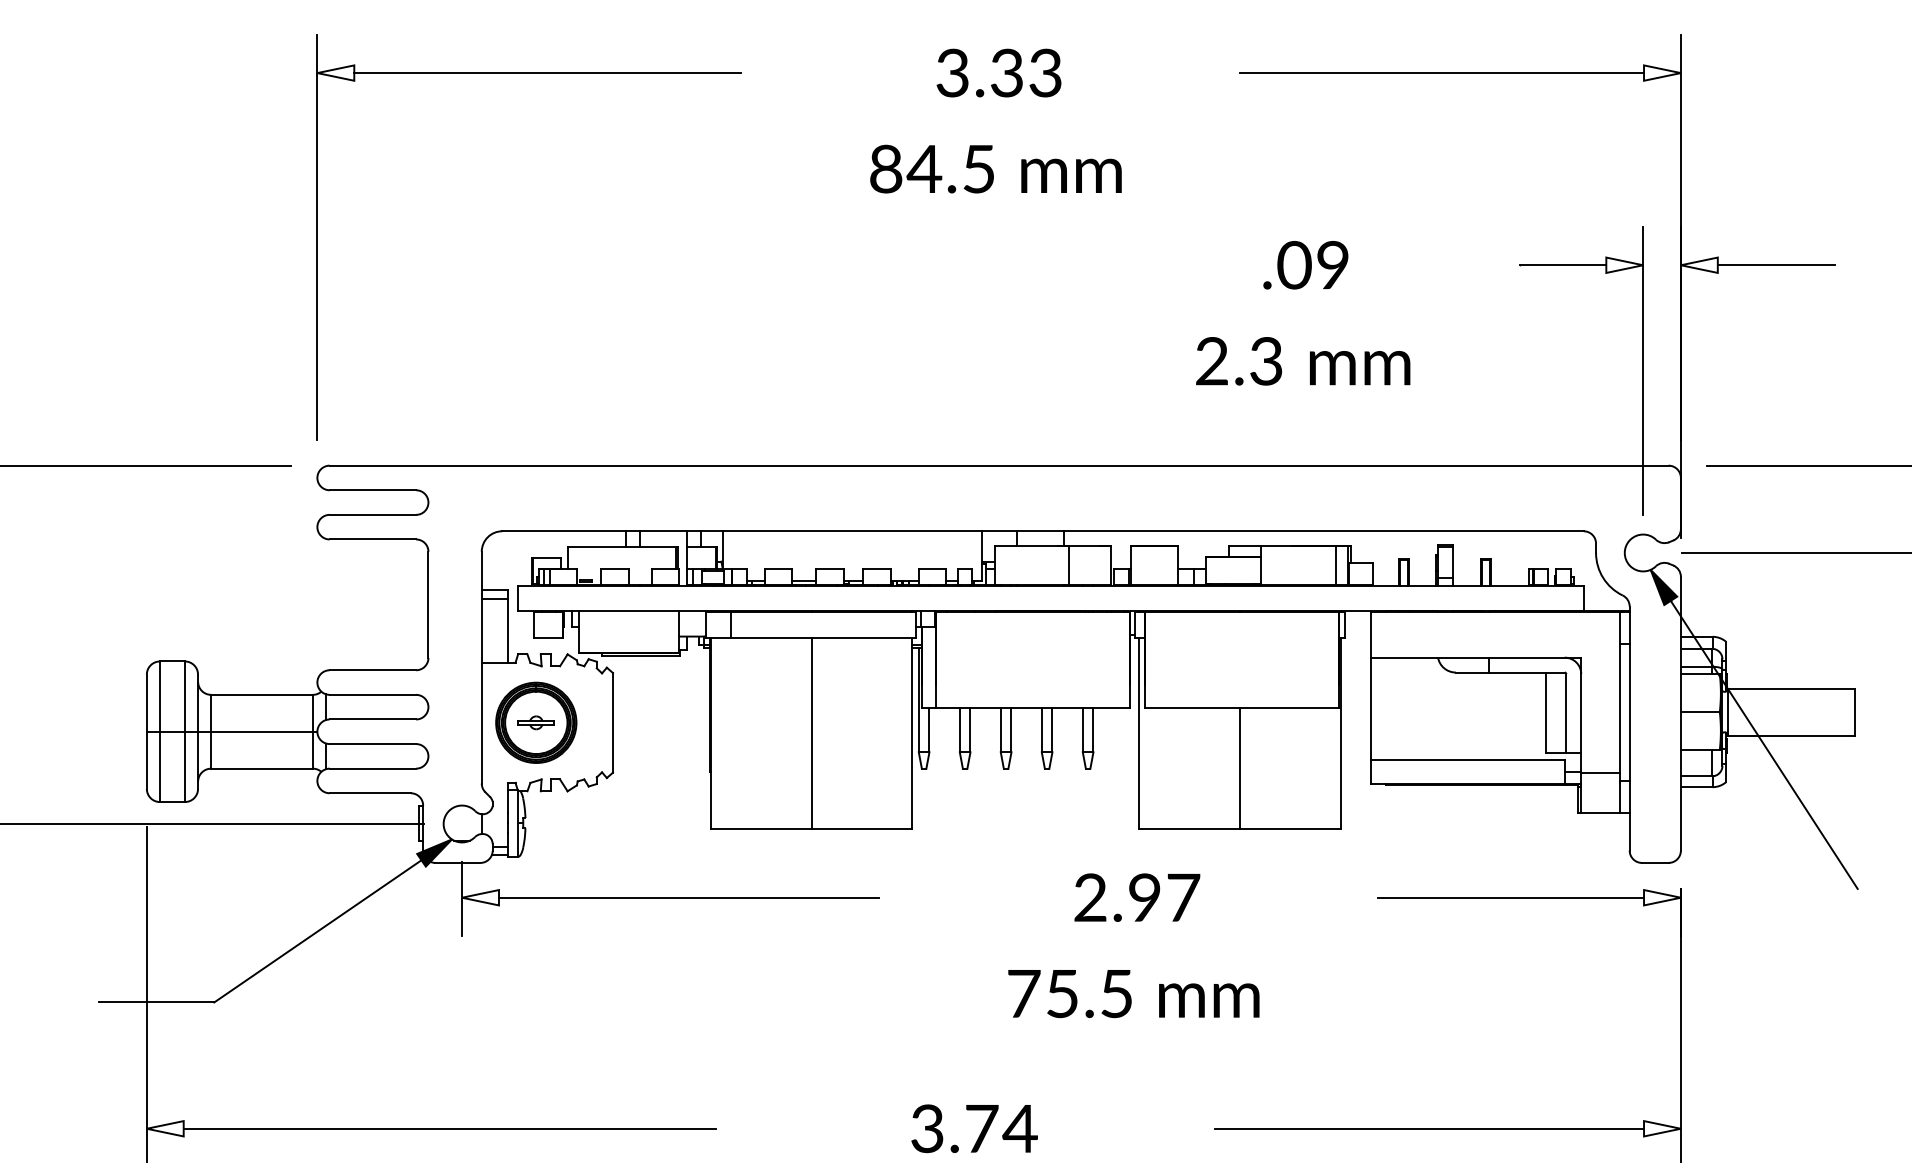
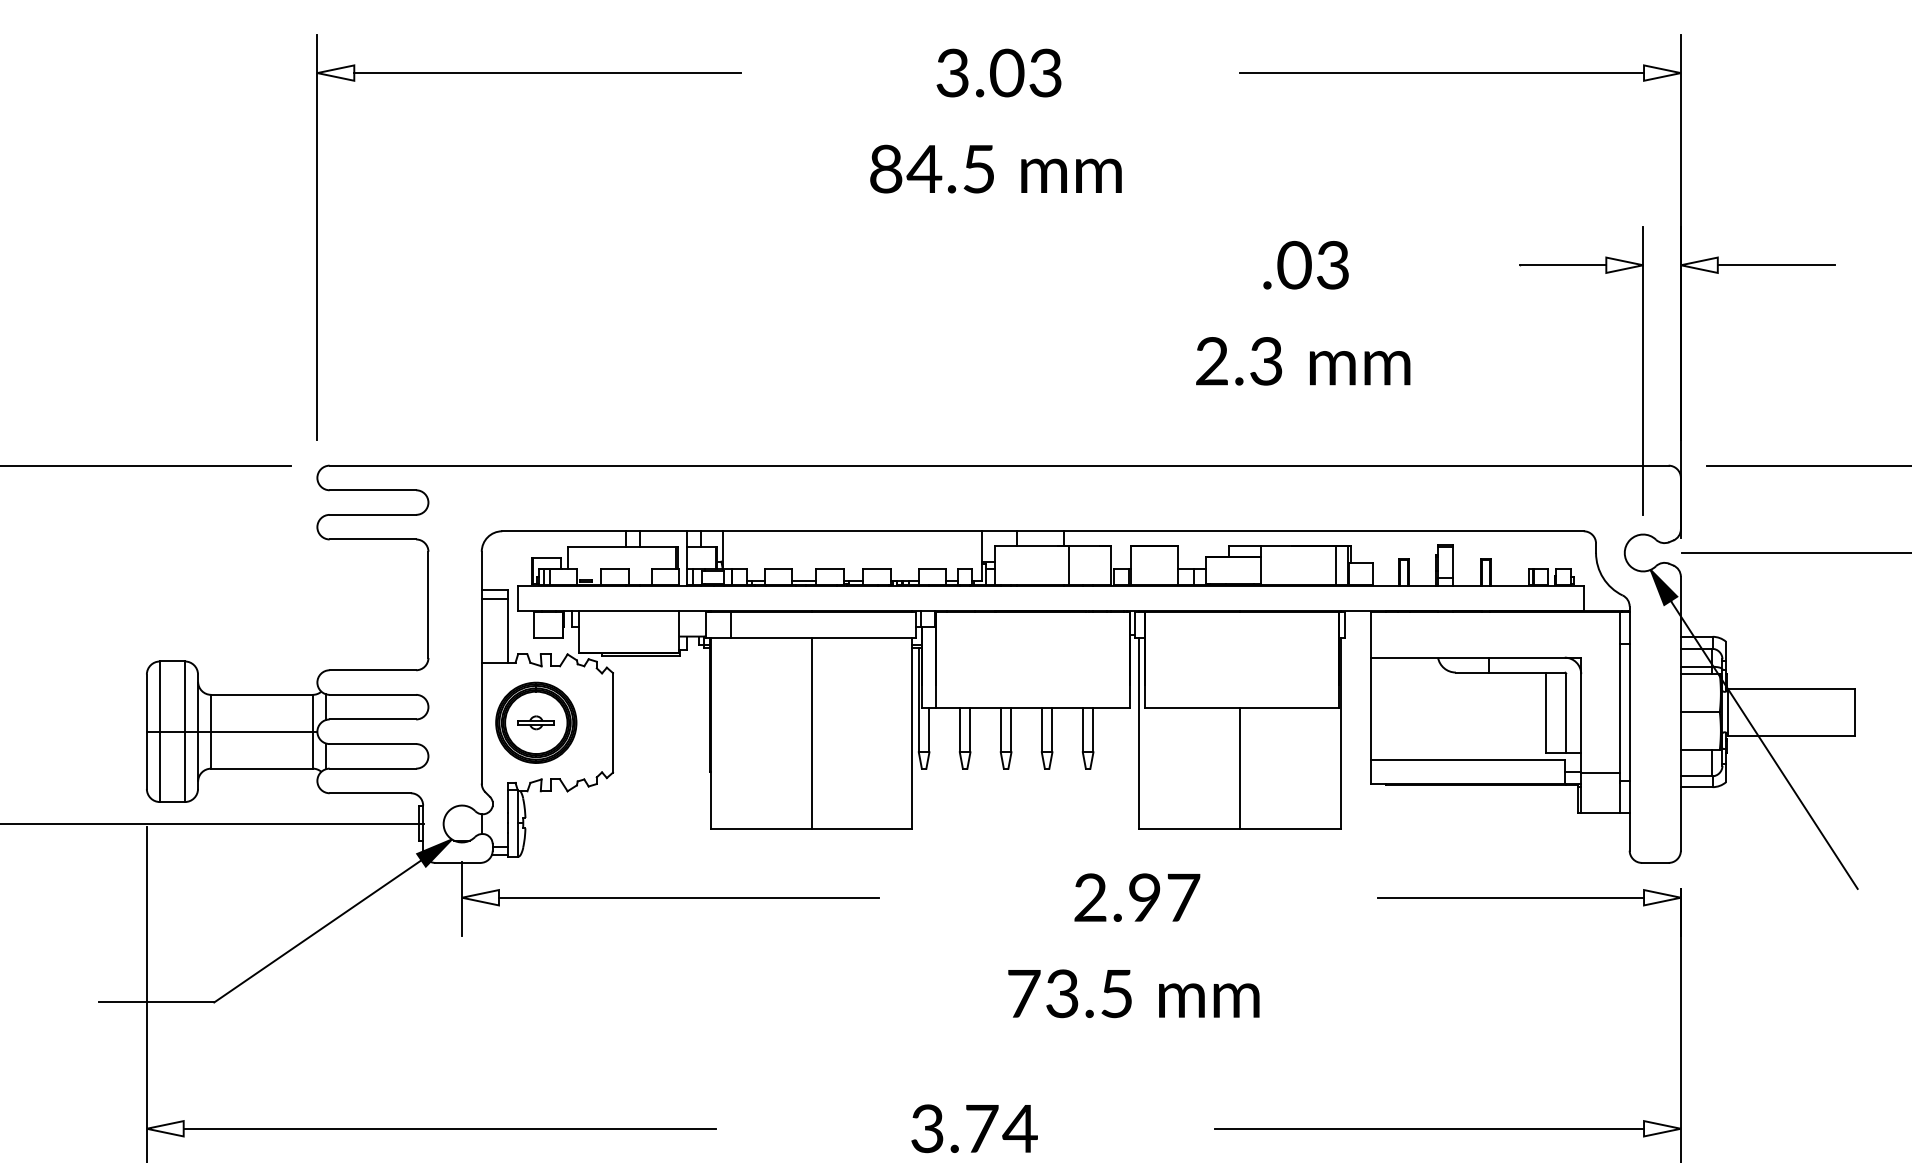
text at (1007, 73): 3.33 -> 3.03
text at (1332, 265): .09 -> .03
text at (1062, 993): 75.5 -> 73.5
